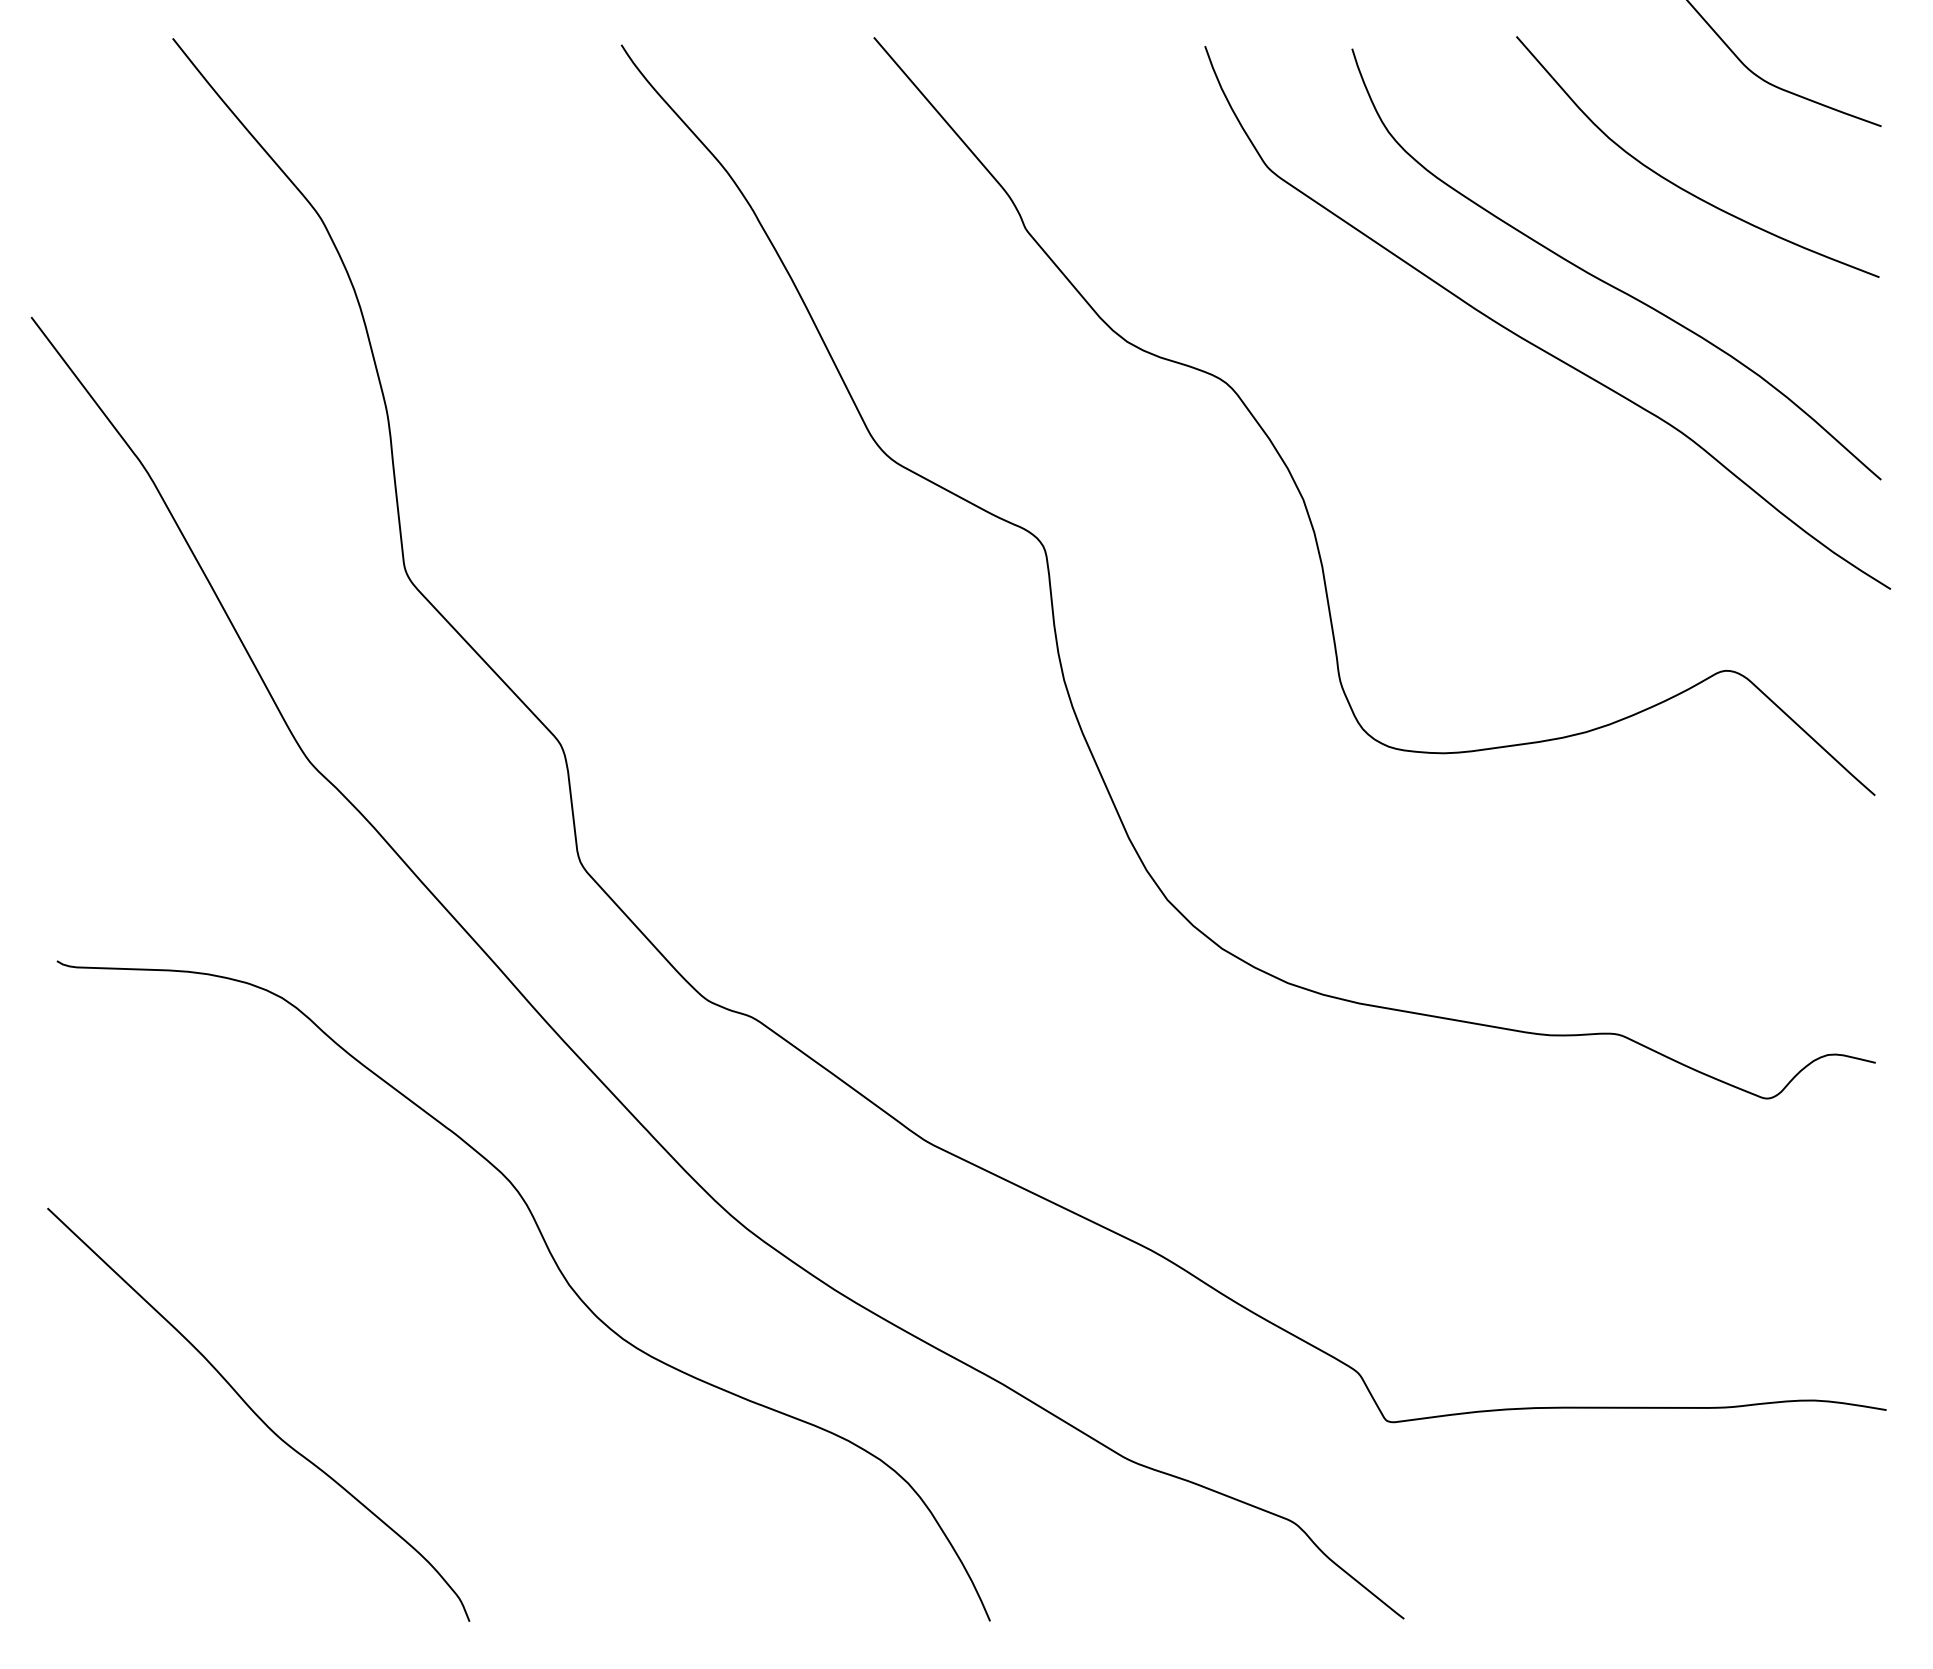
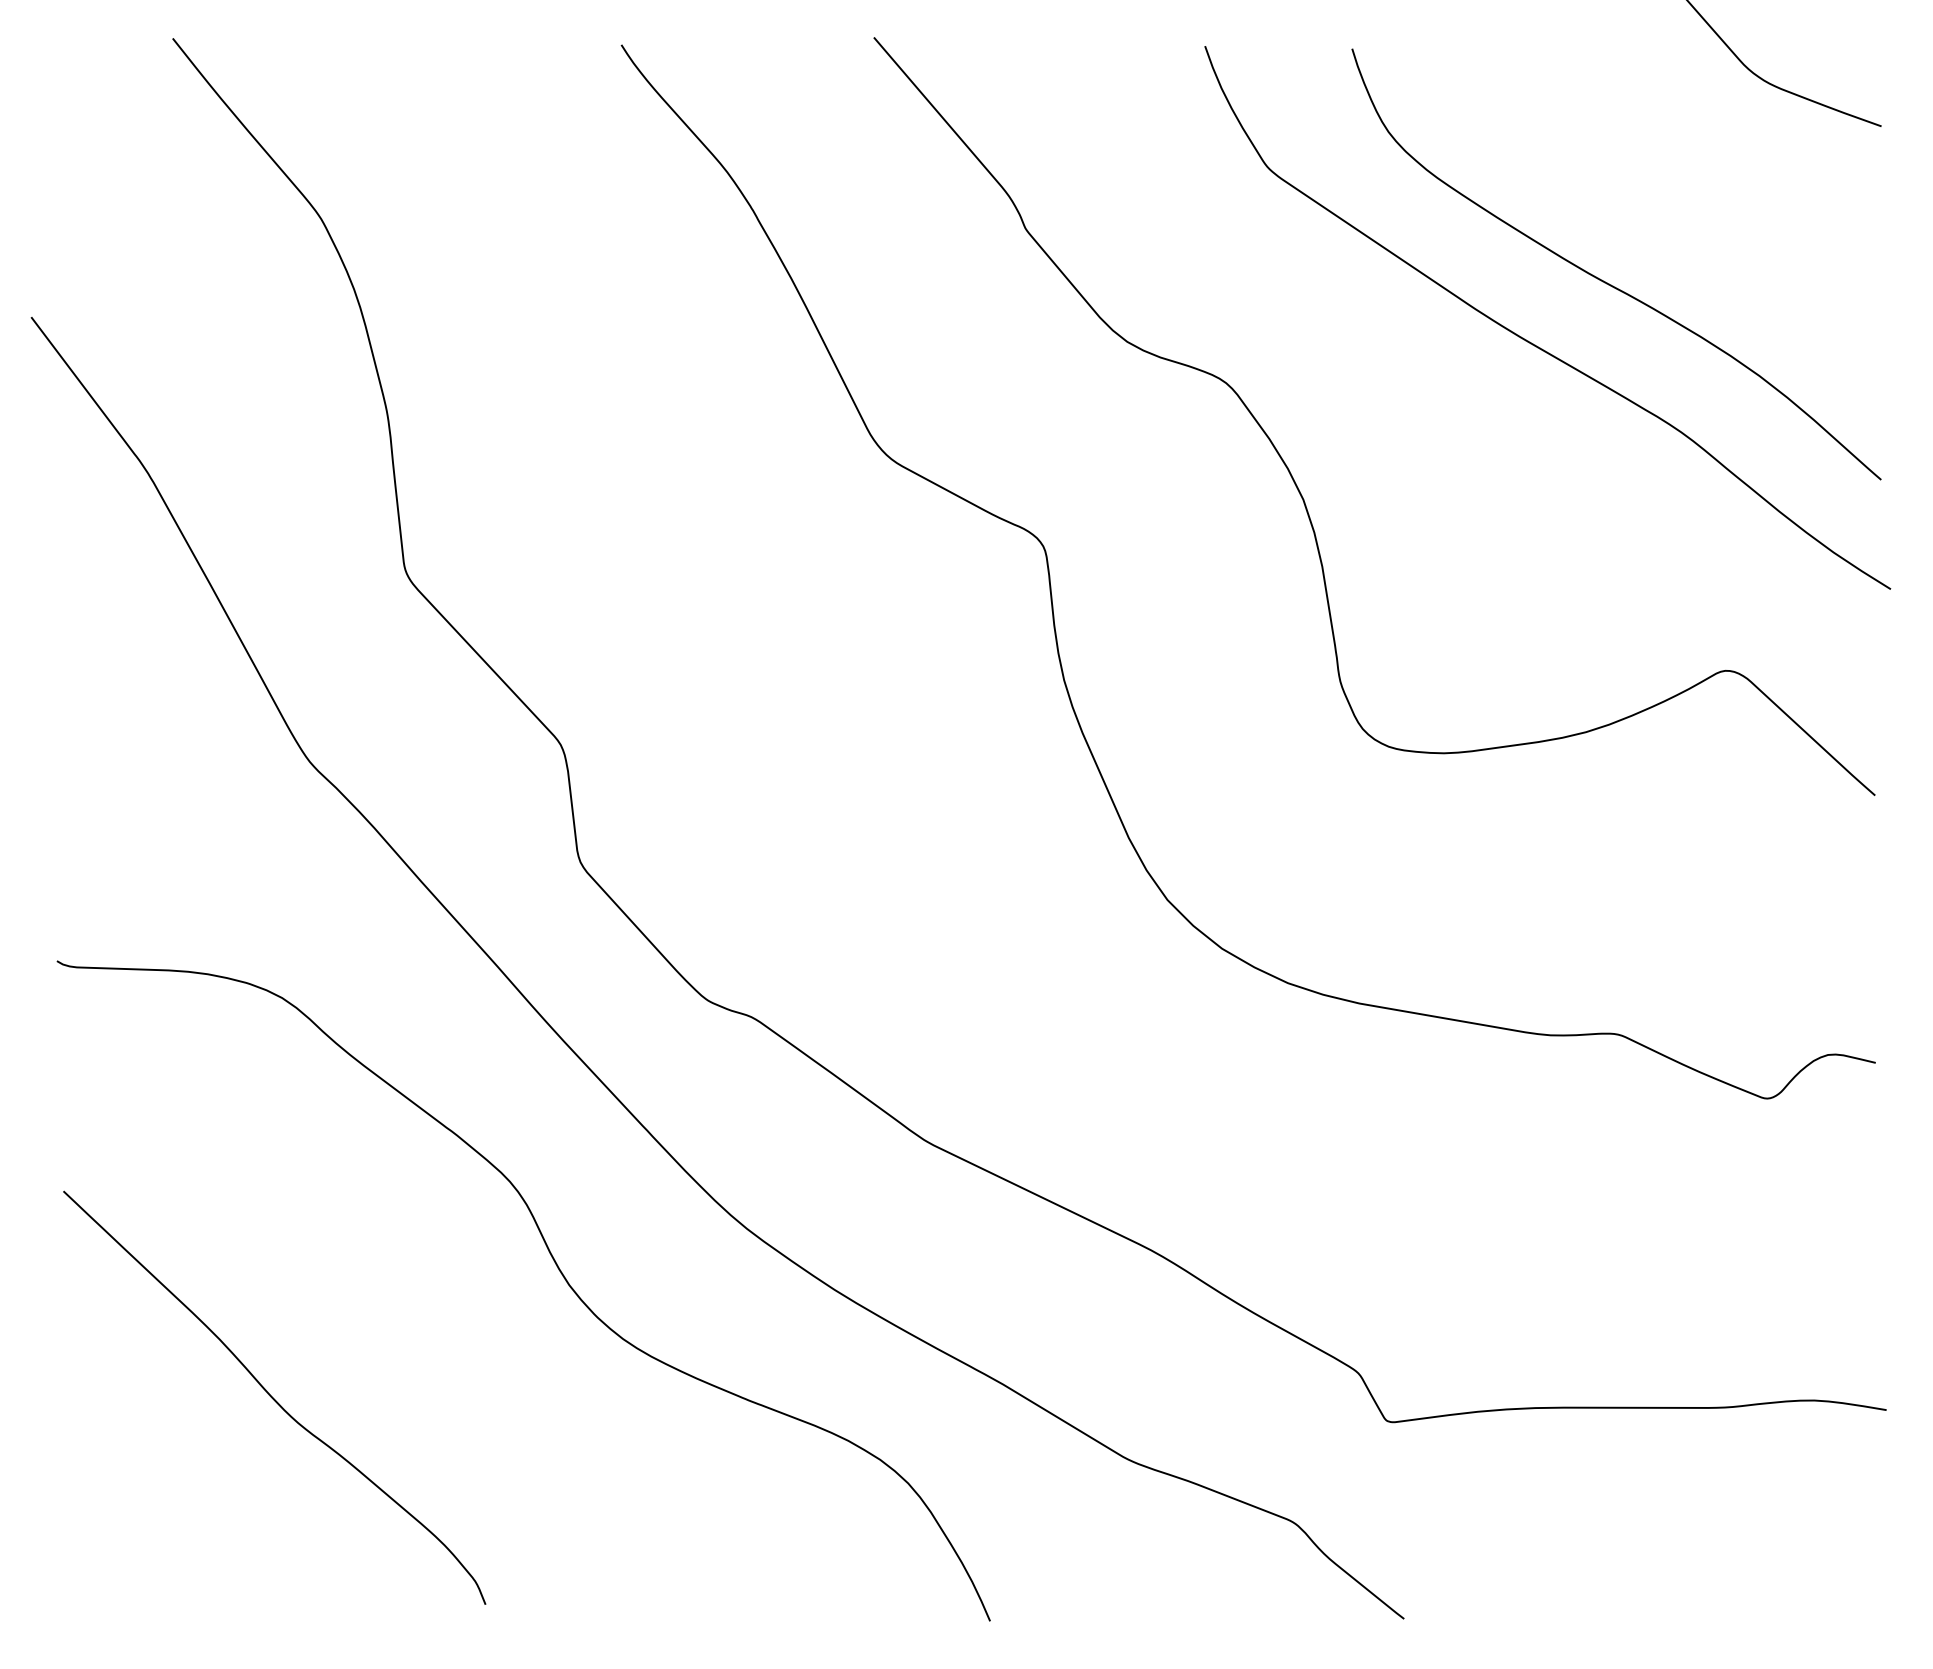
curve at (1678, 185): present -> none
curve at (257, 1414) position: (257, 1414) -> (273, 1397)
